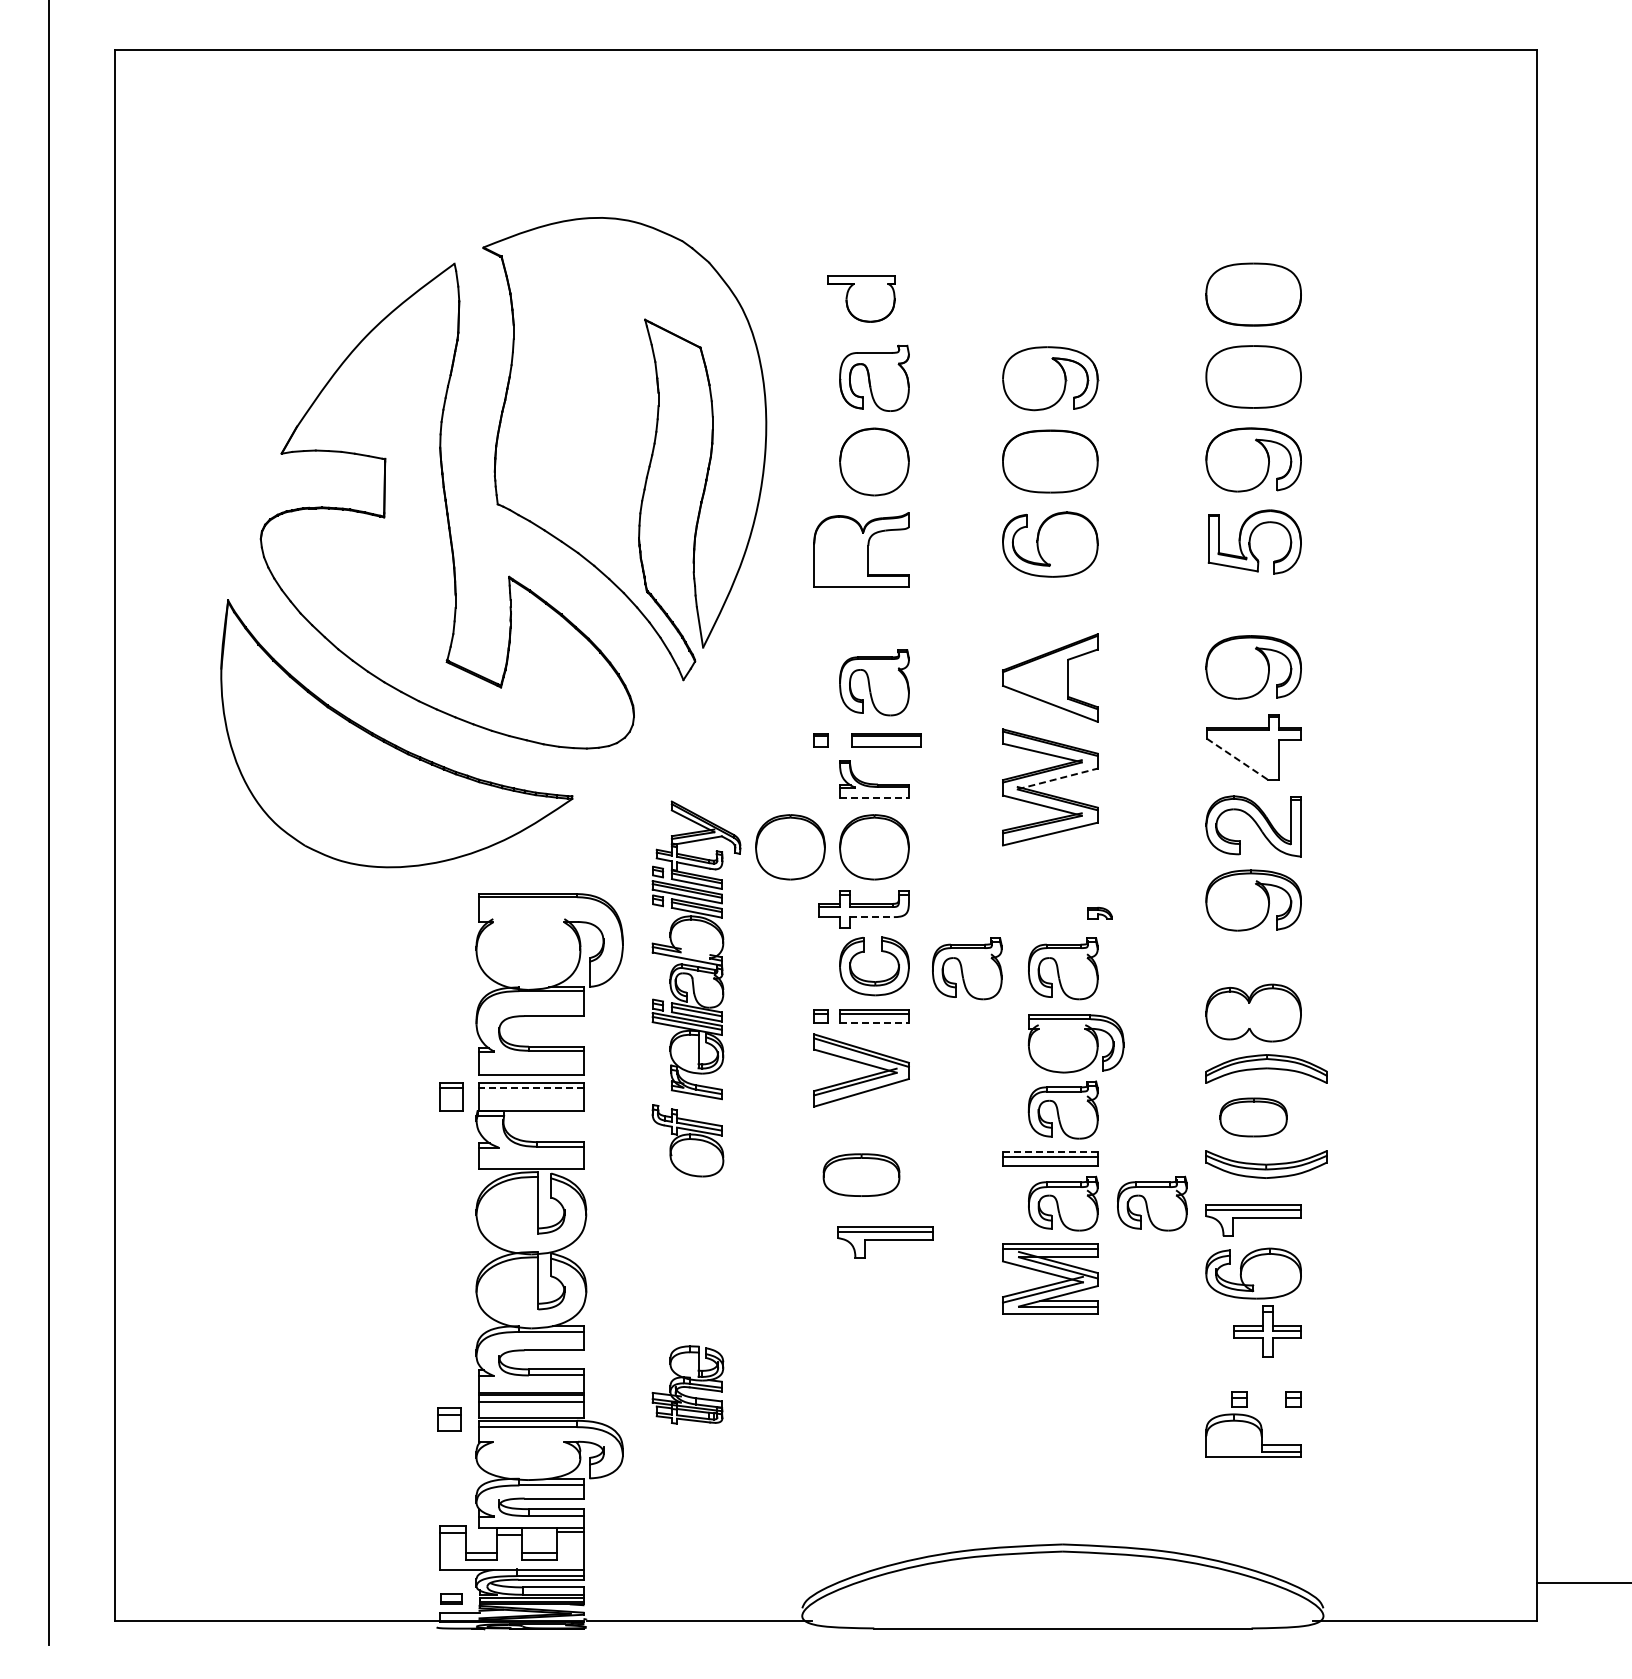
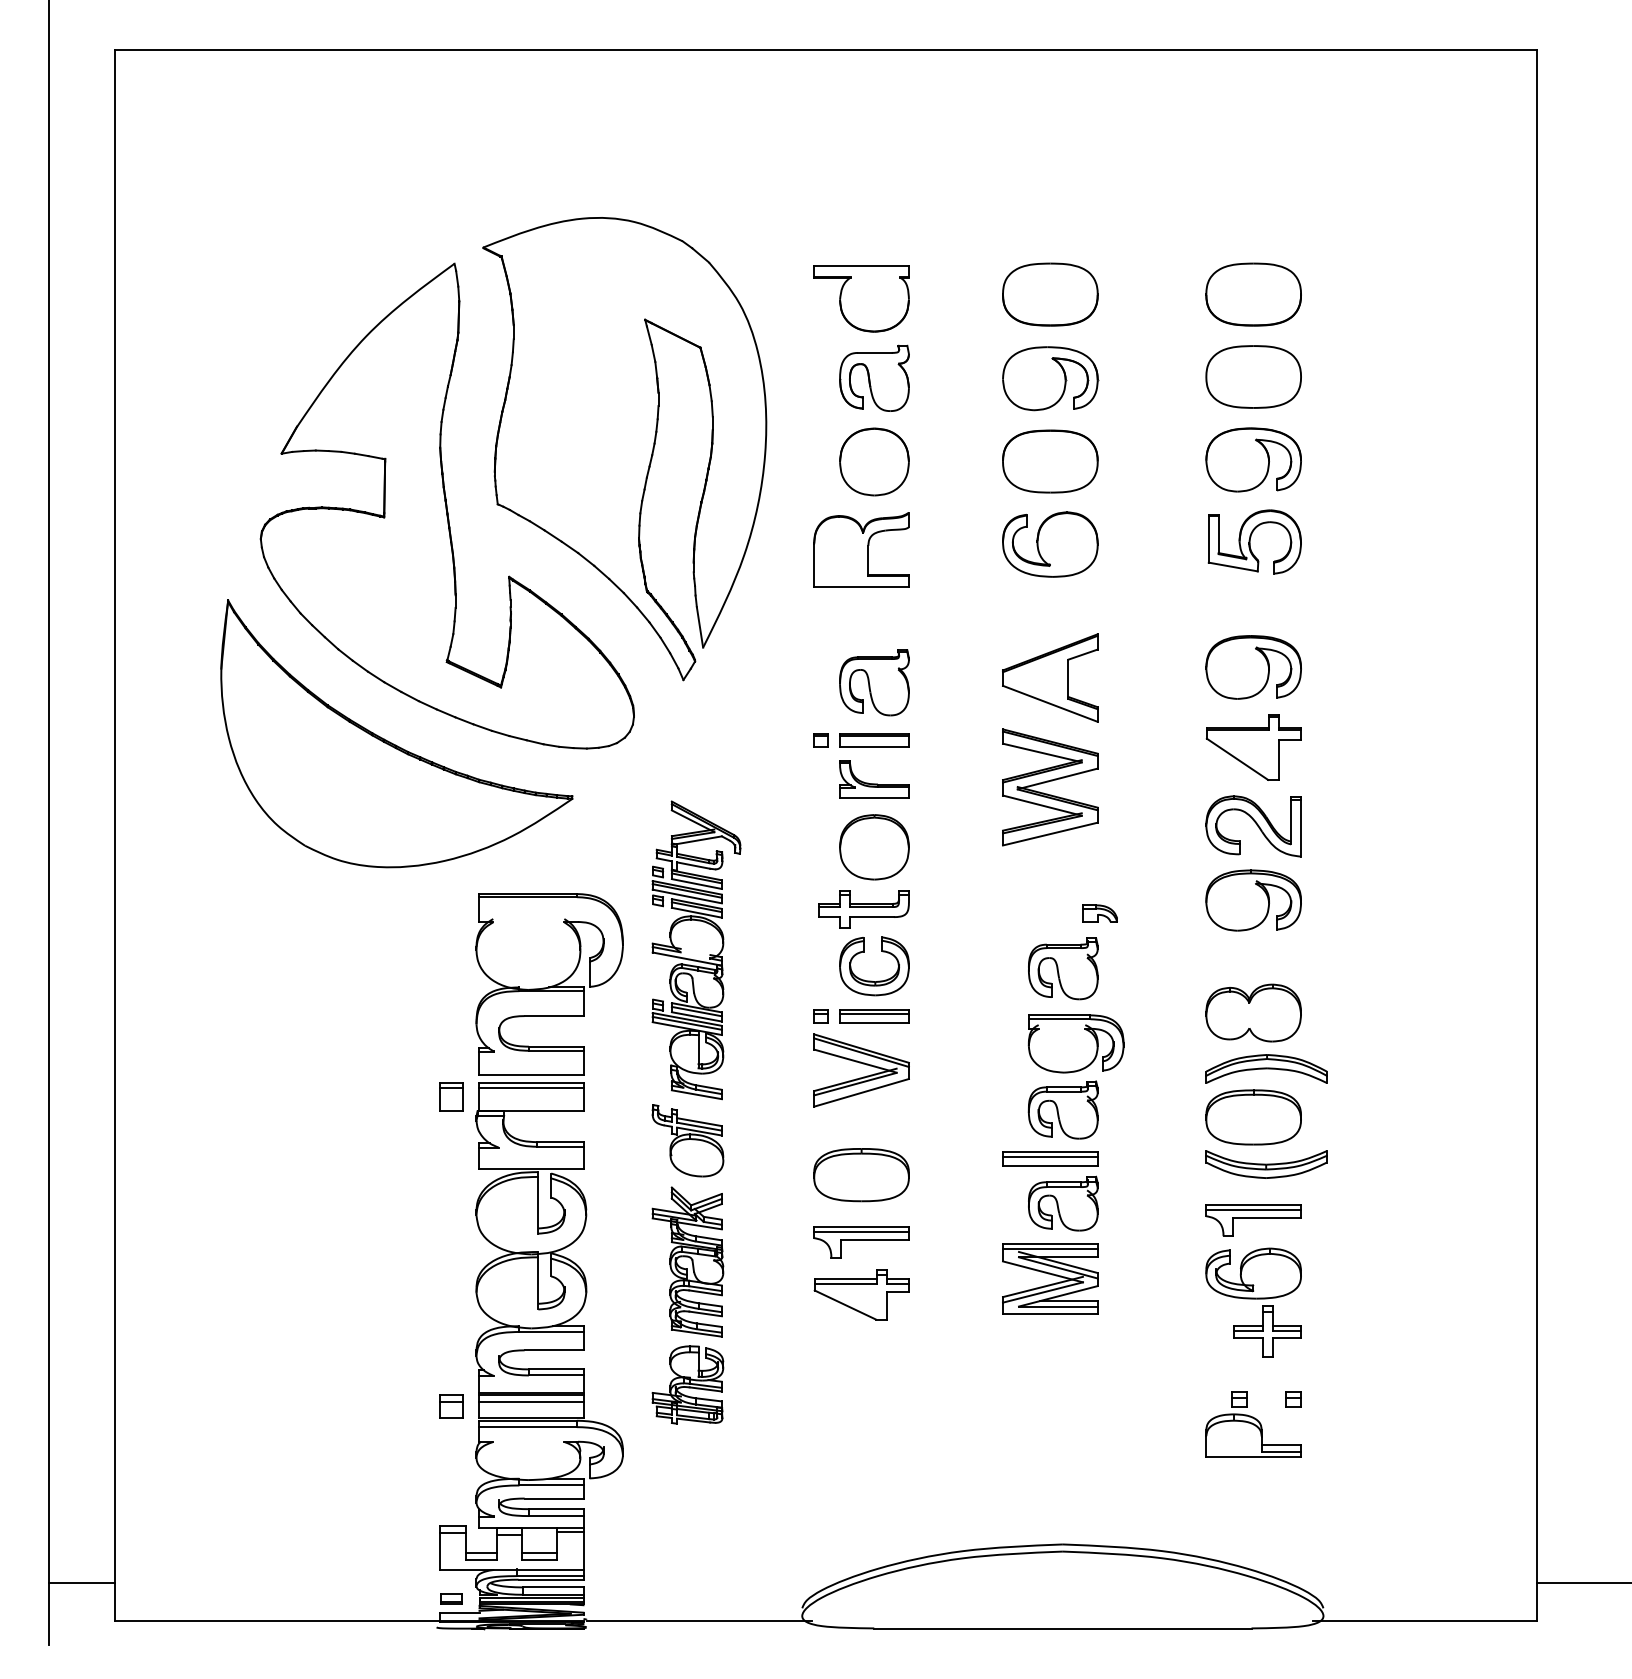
part at (1050, 294): none -> present
part at (861, 298) size: 69x48 px -> 97x68 px
part at (886, 740) position: (886, 740) -> (874, 740)
line at (1237, 759): dashed -> solid
line at (1058, 778): dashed -> solid
line at (875, 797): dashed -> solid
part at (790, 847): present -> none
part at (1099, 912) size: 26x14 px -> 36x19 px
line at (871, 917): dashed -> solid
part at (967, 968): present -> none
line at (875, 1023): dashed -> solid
line at (530, 1087): dashed -> solid
part at (1253, 1117) size: 69x41 px -> 97x57 px
line at (1049, 1152): dashed -> solid
part at (861, 1174) size: 79x44 px -> 97x55 px
part at (1152, 1203): present -> none
part at (885, 1242) position: (885, 1242) -> (861, 1242)
part at (687, 1261): none -> present
part at (861, 1294): none -> present
part at (449, 1419) position: (449, 1419) -> (451, 1406)
line at (81, 1583): none -> present
